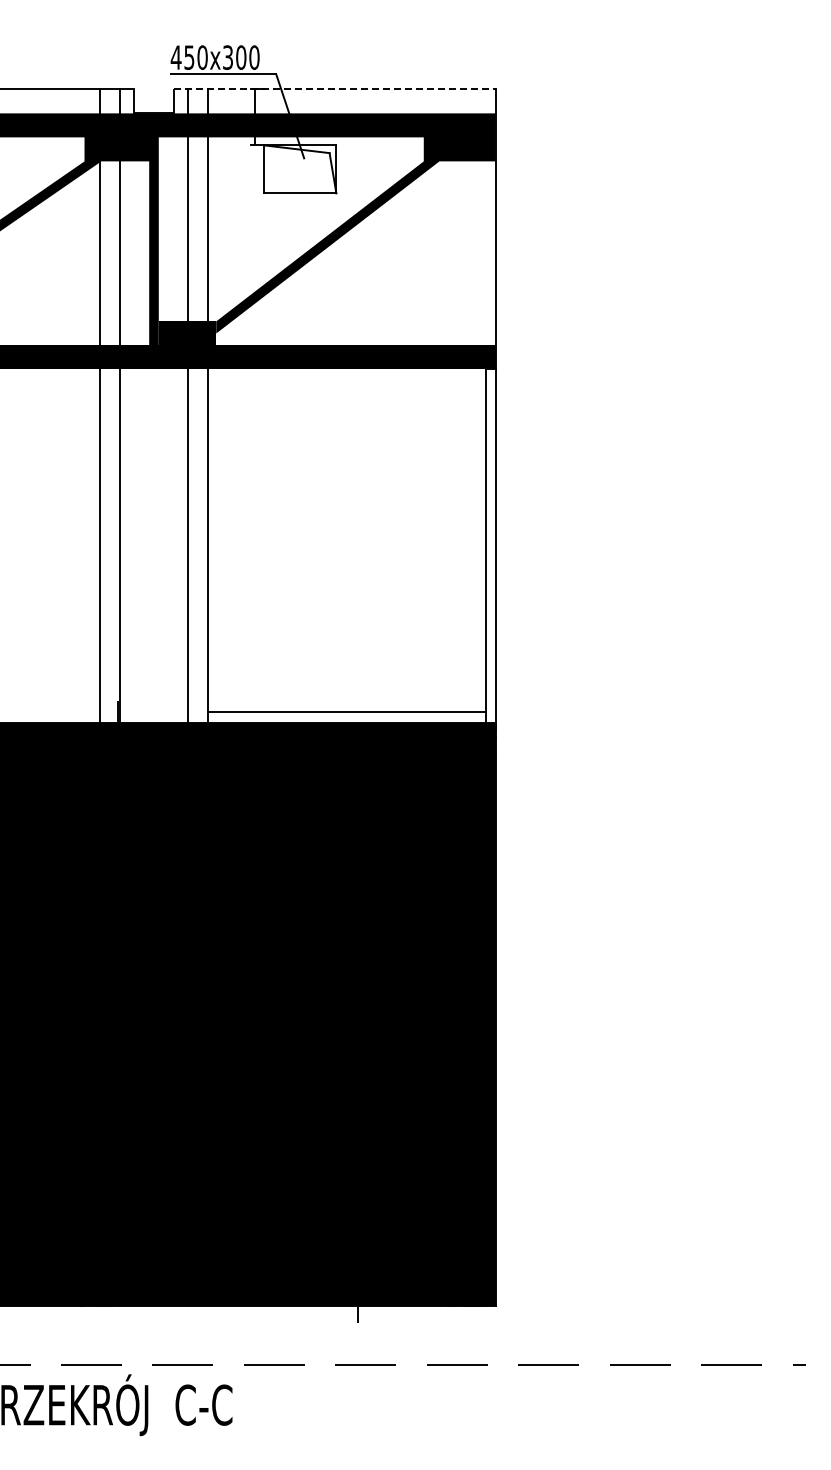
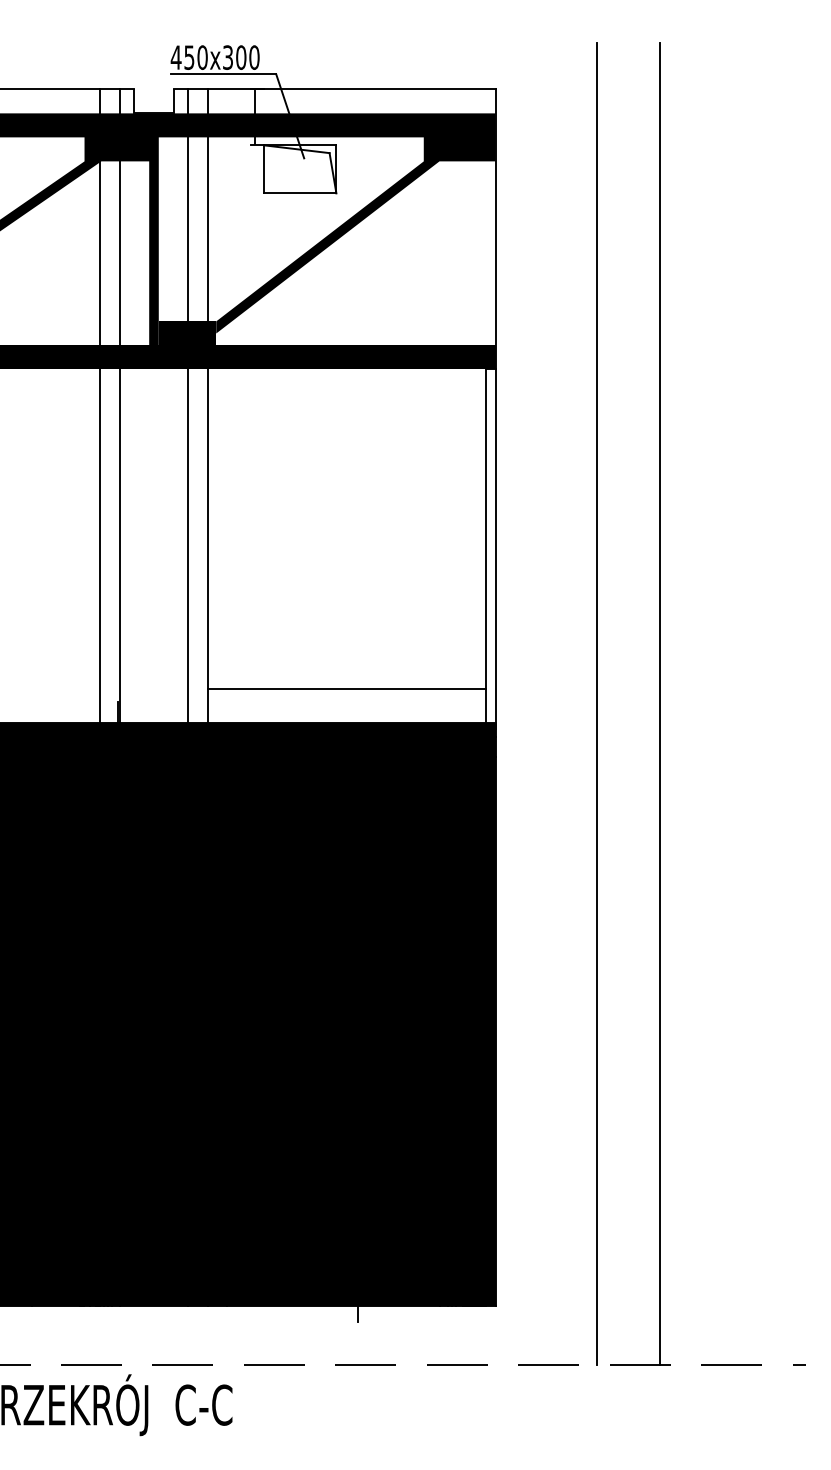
line at (334, 89): dashed -> solid
line at (597, 703): none -> present
line at (659, 703): none -> present
line at (346, 712) position: (346, 712) -> (346, 689)
